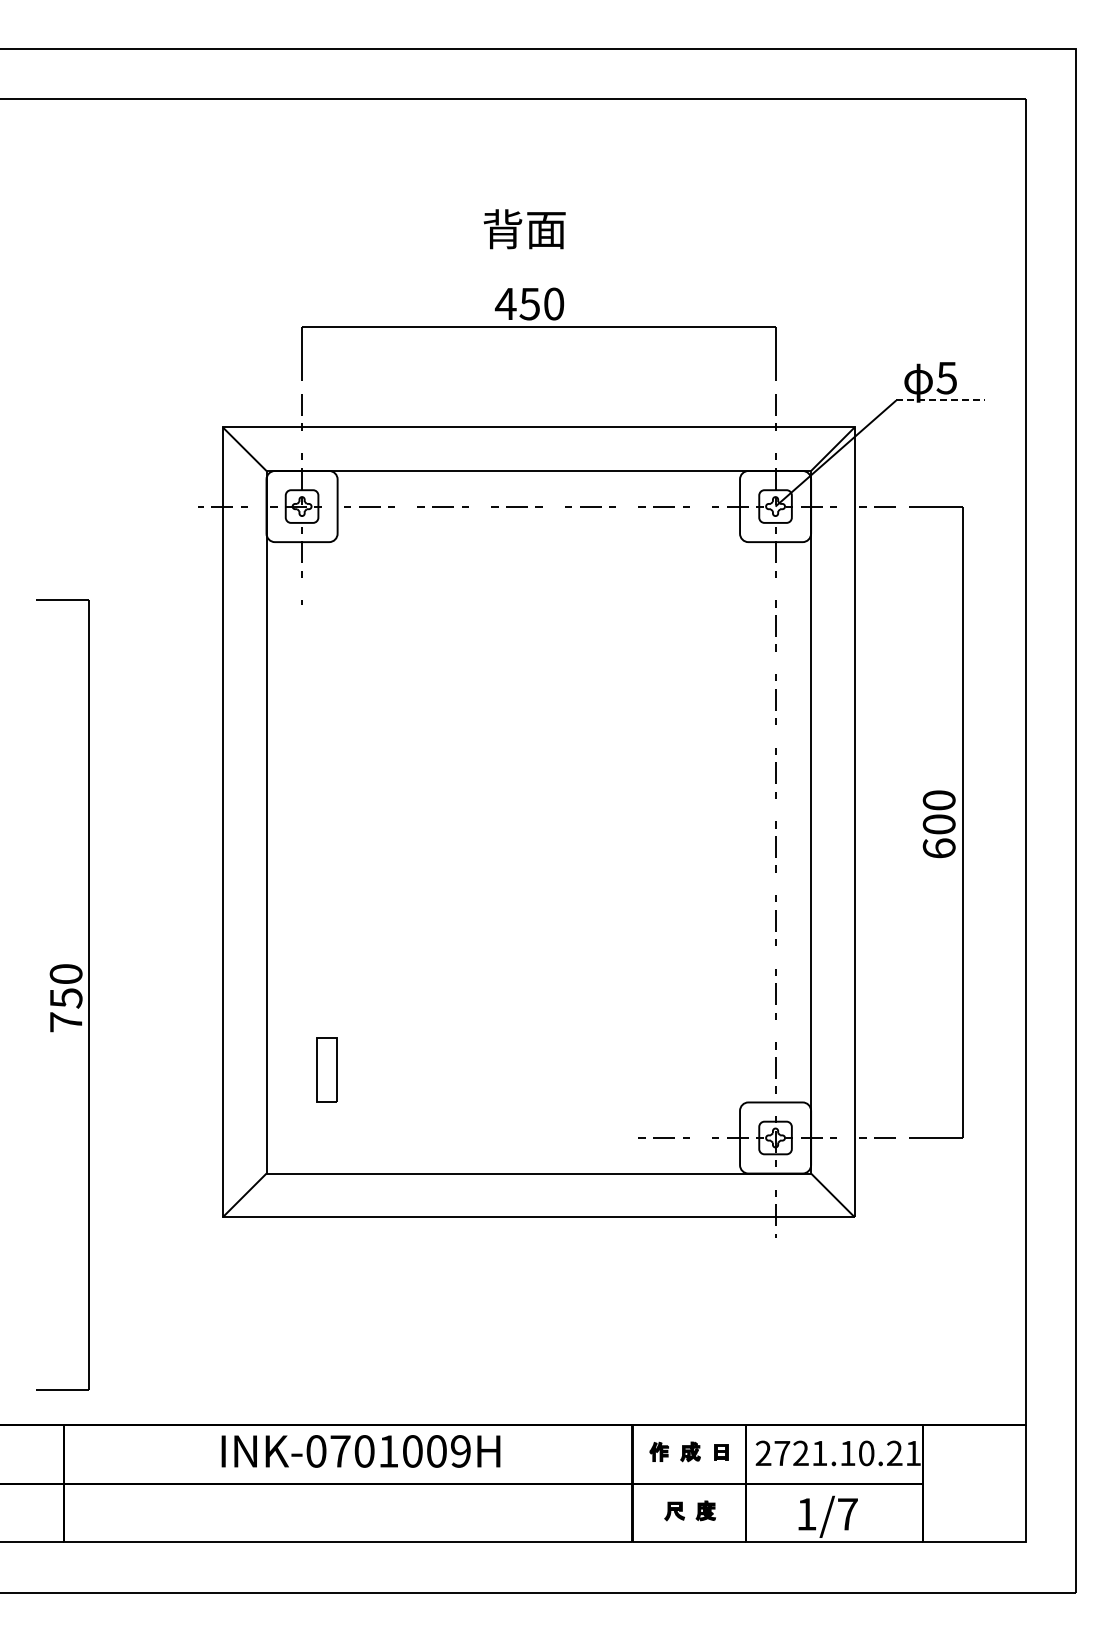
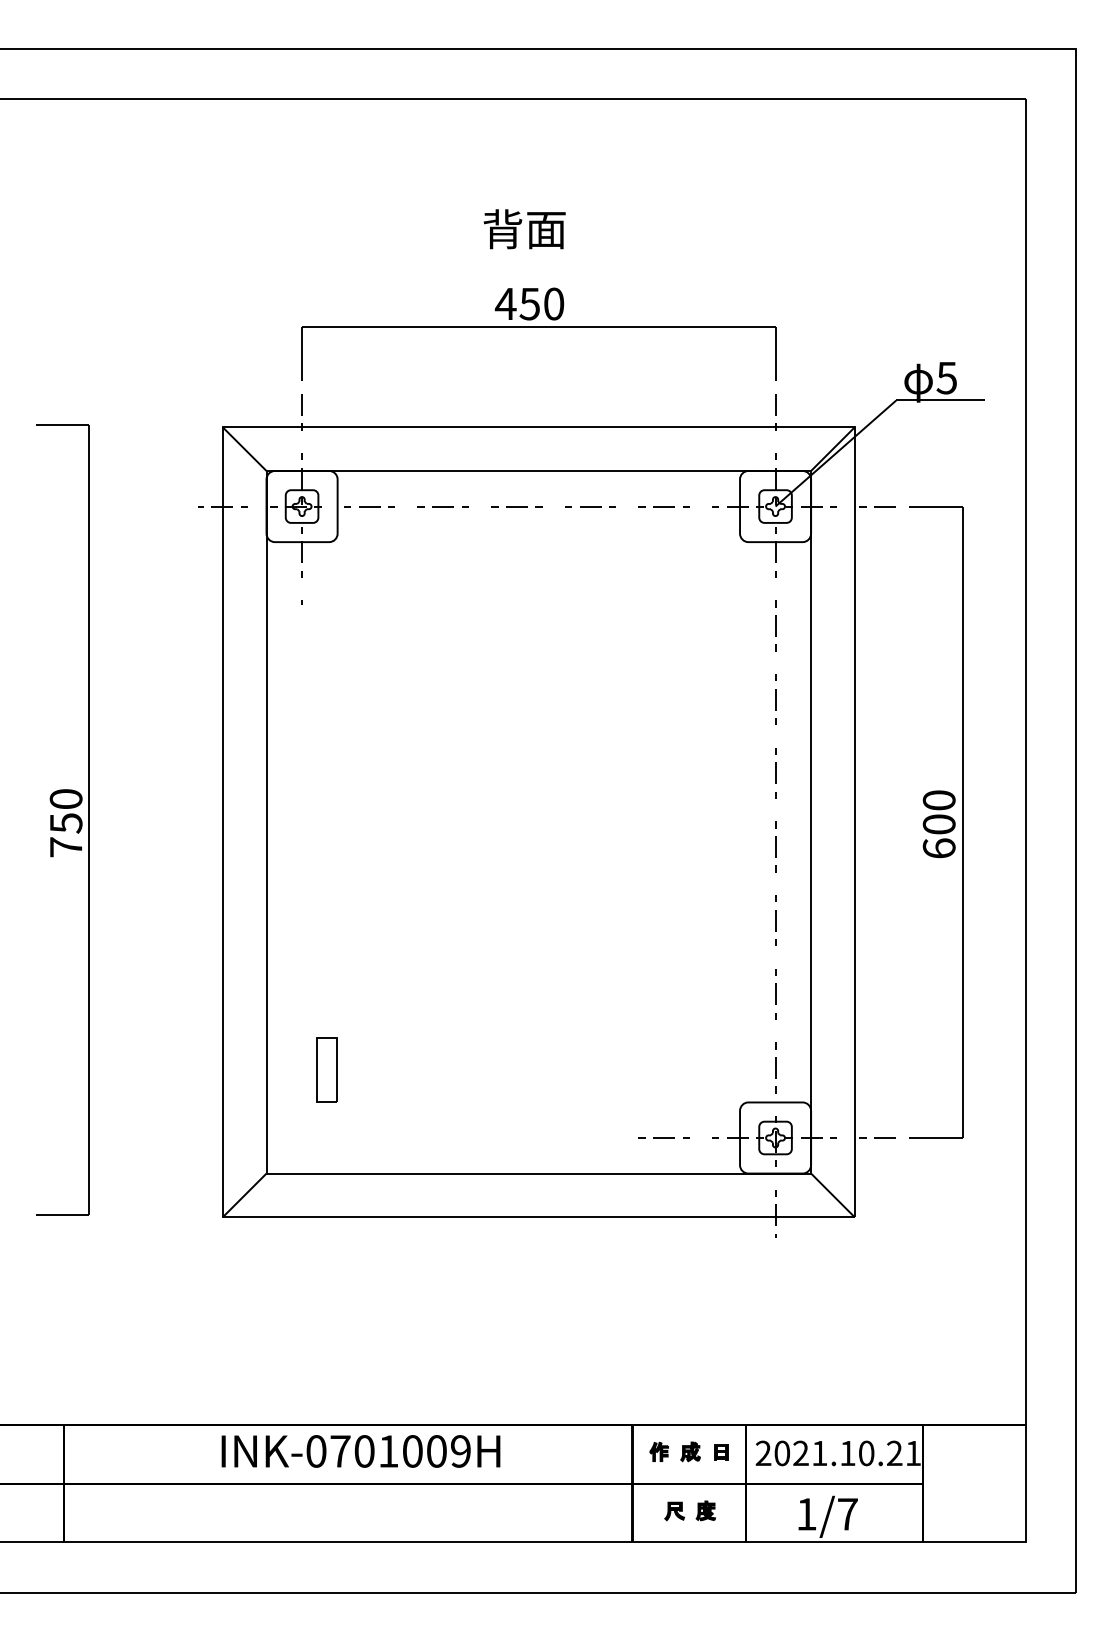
line at (940, 400): dashed -> solid
part at (62, 994) position: (62, 994) -> (62, 819)
text at (782, 1453): 2721.10.21 -> 2021.10.21
